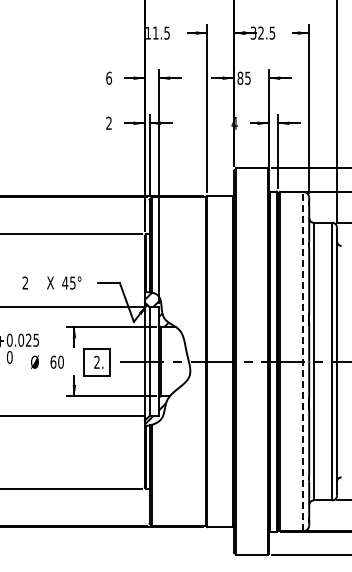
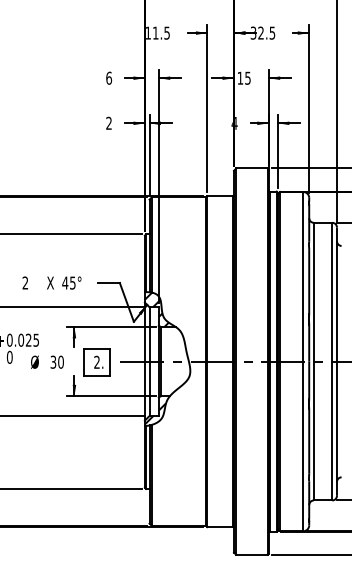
text at (240, 77): 85 -> 15
text at (53, 361): 60 -> 30
line at (303, 361): dashed -> solid
